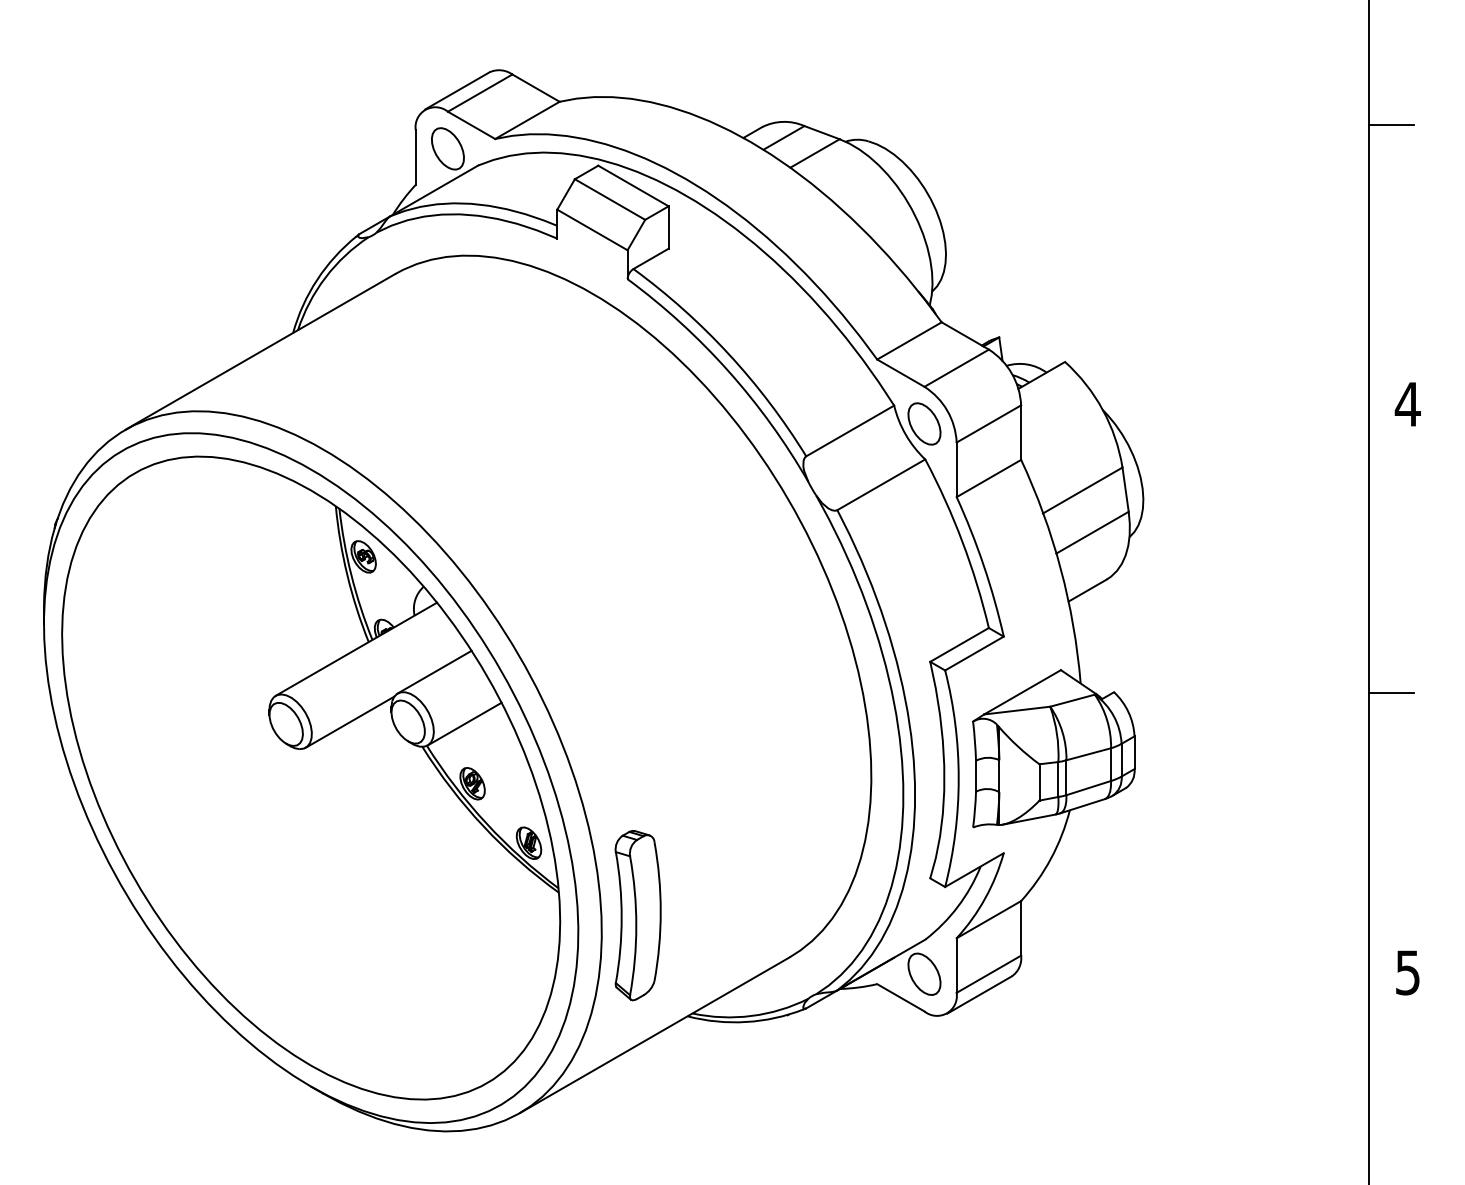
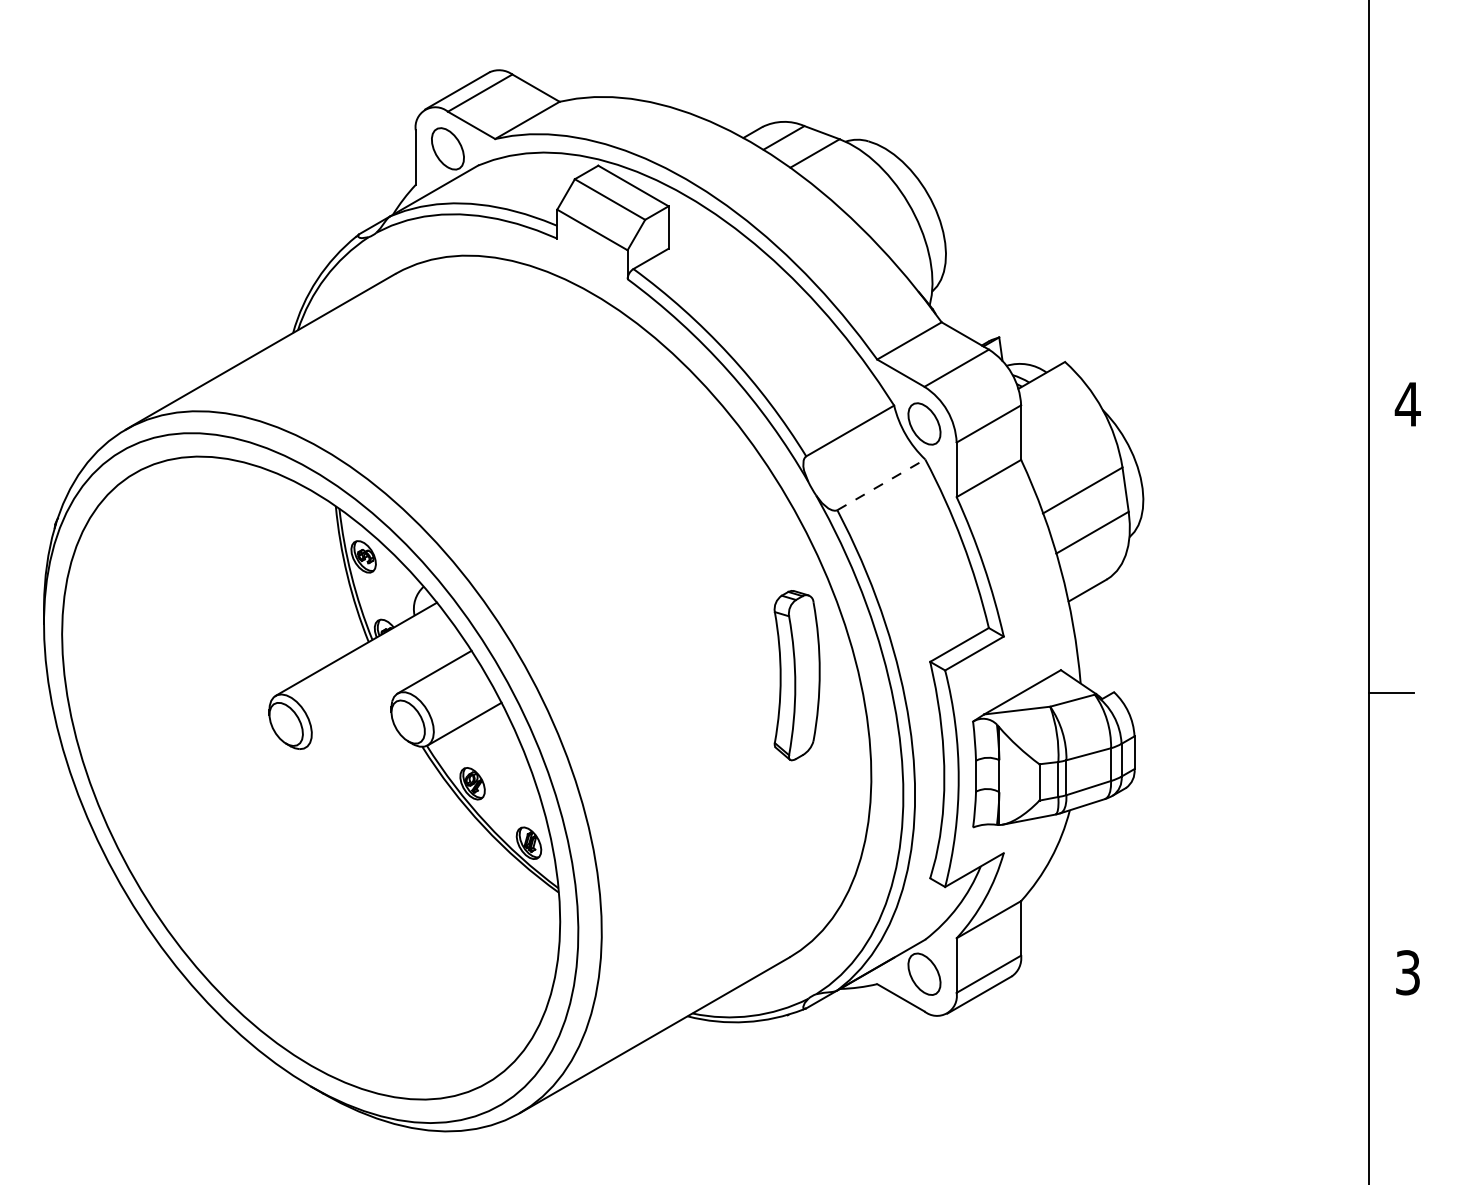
line at (1391, 124): present -> none
line at (881, 484): solid -> dashed
line at (349, 721): present -> none
part at (637, 915) position: (637, 915) -> (796, 675)
text at (1407, 972): 5 -> 3
